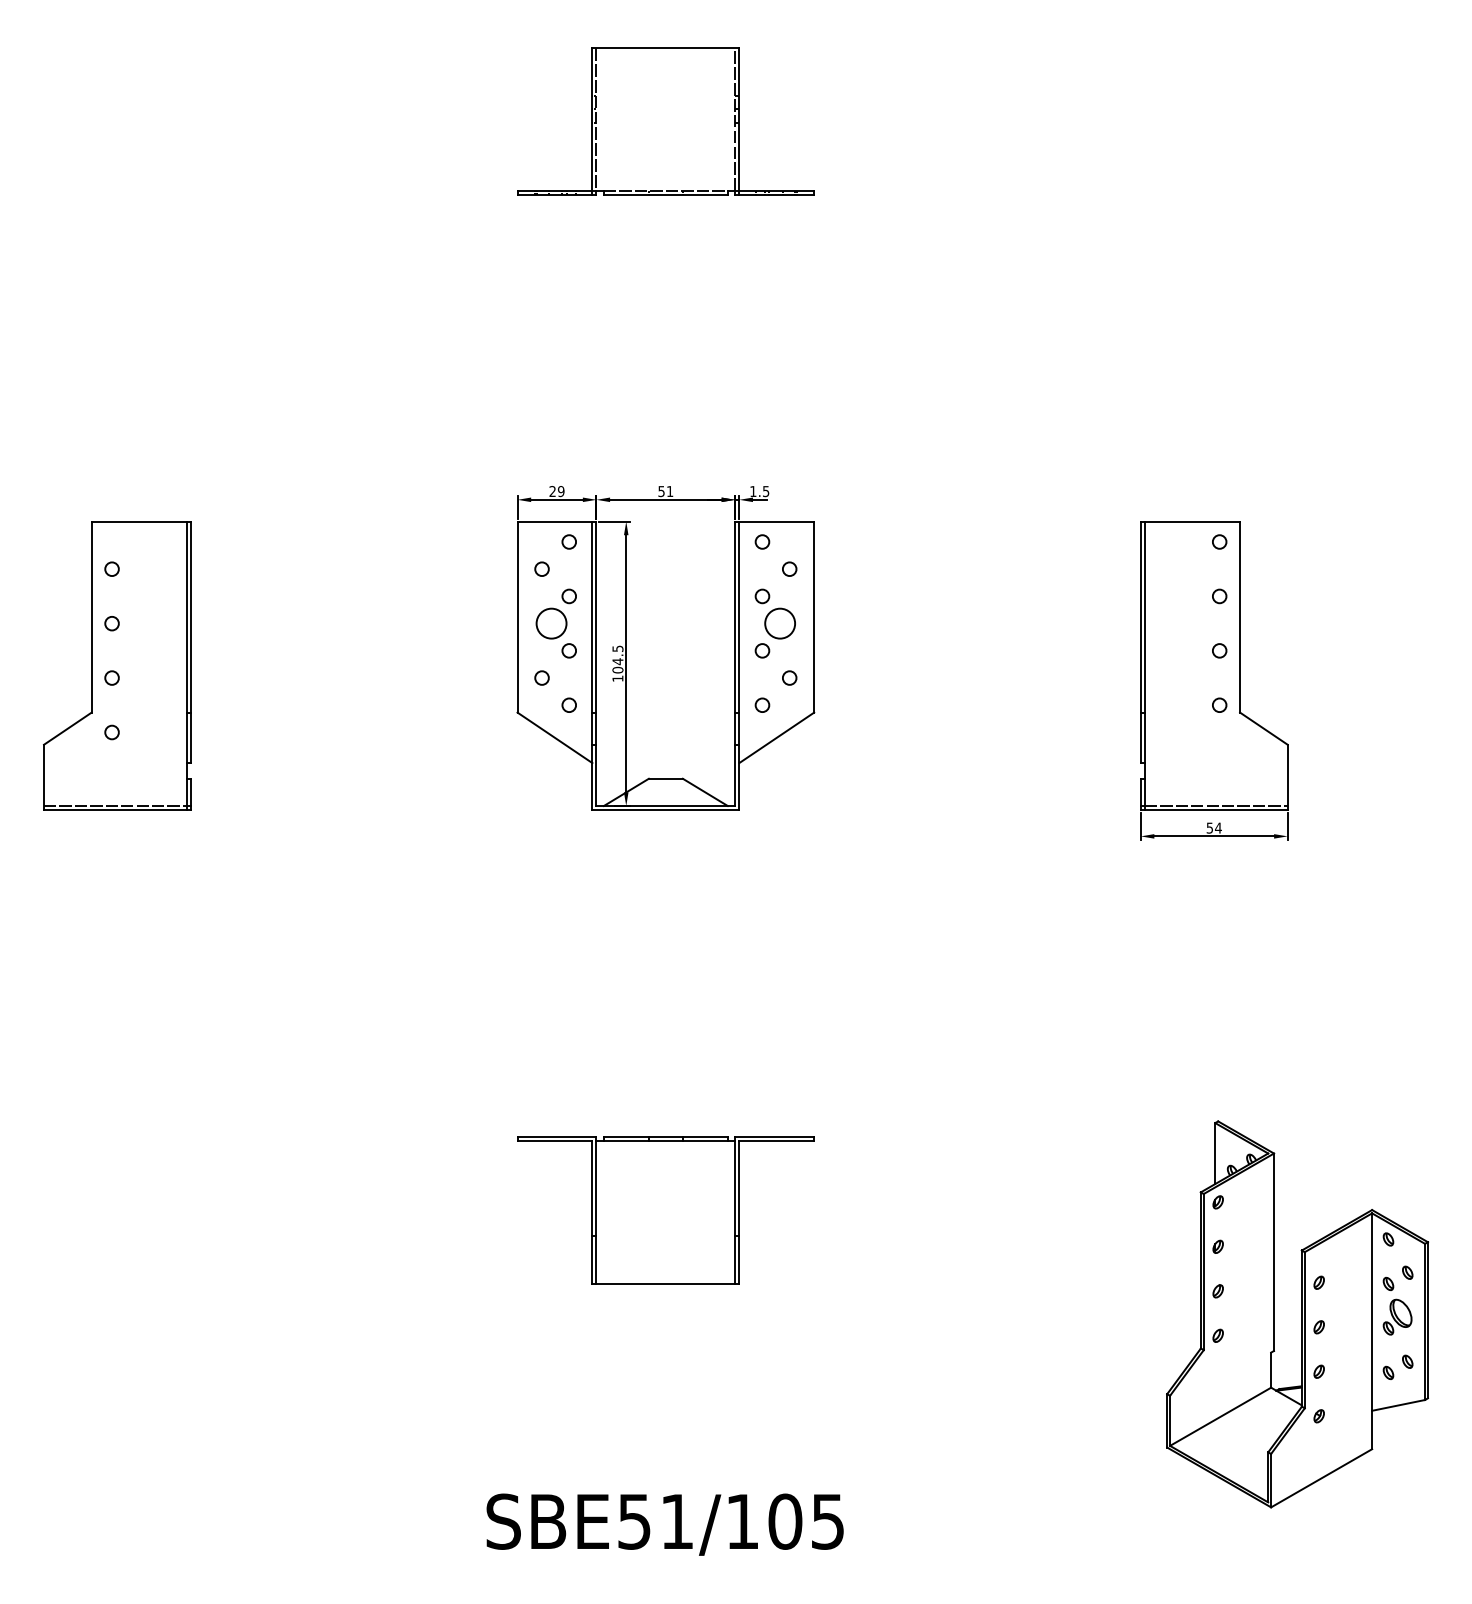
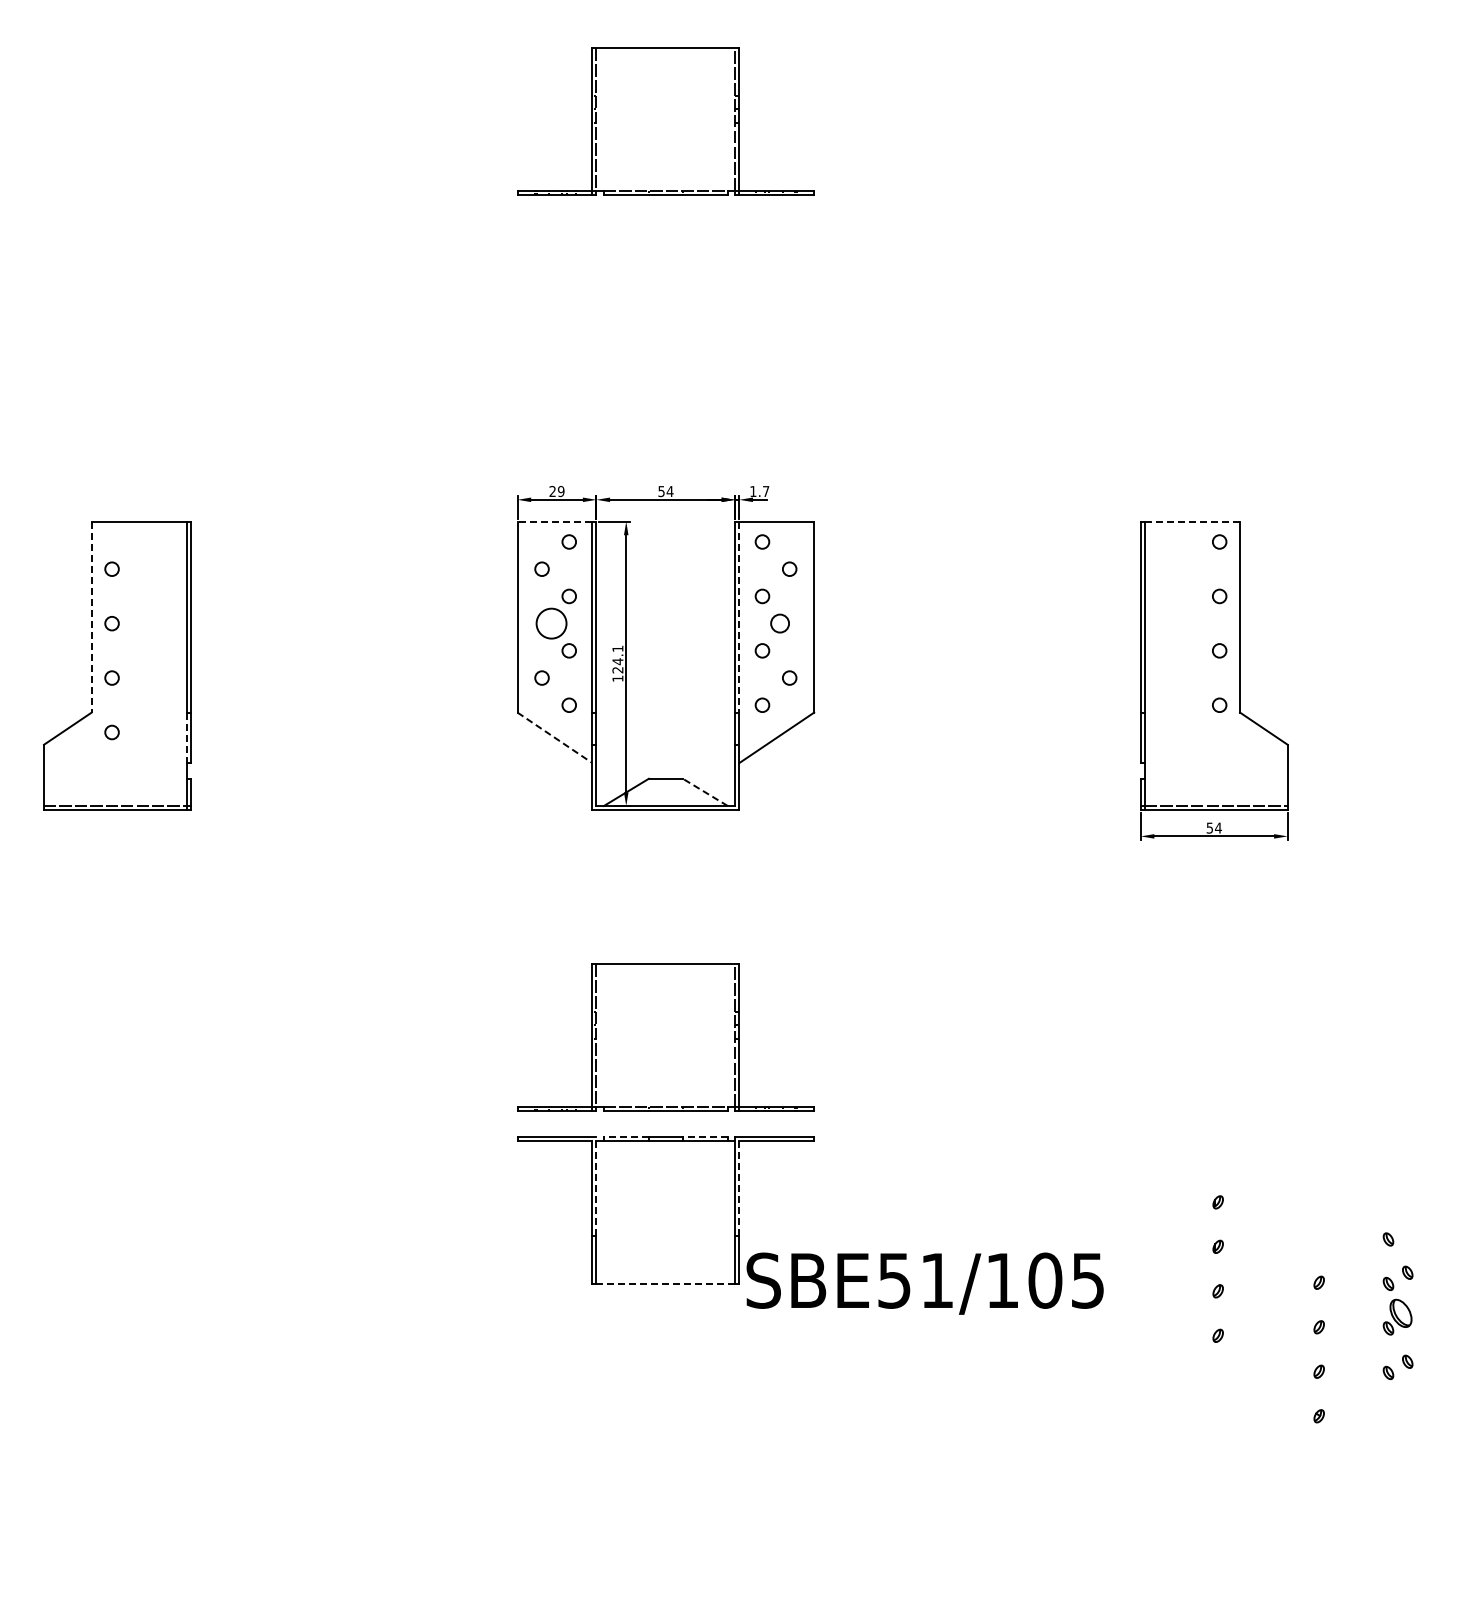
text at (669, 491): 51 -> 54
text at (766, 491): 1.5 -> 1.7
line at (554, 521): solid -> dashed
line at (1192, 521): solid -> dashed
line at (91, 617): solid -> dashed
line at (739, 617): solid -> dashed
circle at (779, 623) size: 32x33 px -> 20x21 px
text at (617, 659): 104.5 -> 124.1
line at (186, 738): solid -> dashed
line at (555, 738): solid -> dashed
line at (704, 792): solid -> dashed
part at (665, 1037): none -> present
line at (625, 1136): solid -> dashed
line at (704, 1136): solid -> dashed
line at (596, 1186): solid -> dashed
line at (739, 1188): solid -> dashed
line at (665, 1283): solid -> dashed
part at (1297, 1314): present -> none
text at (664, 1524) position: (664, 1524) -> (924, 1283)
